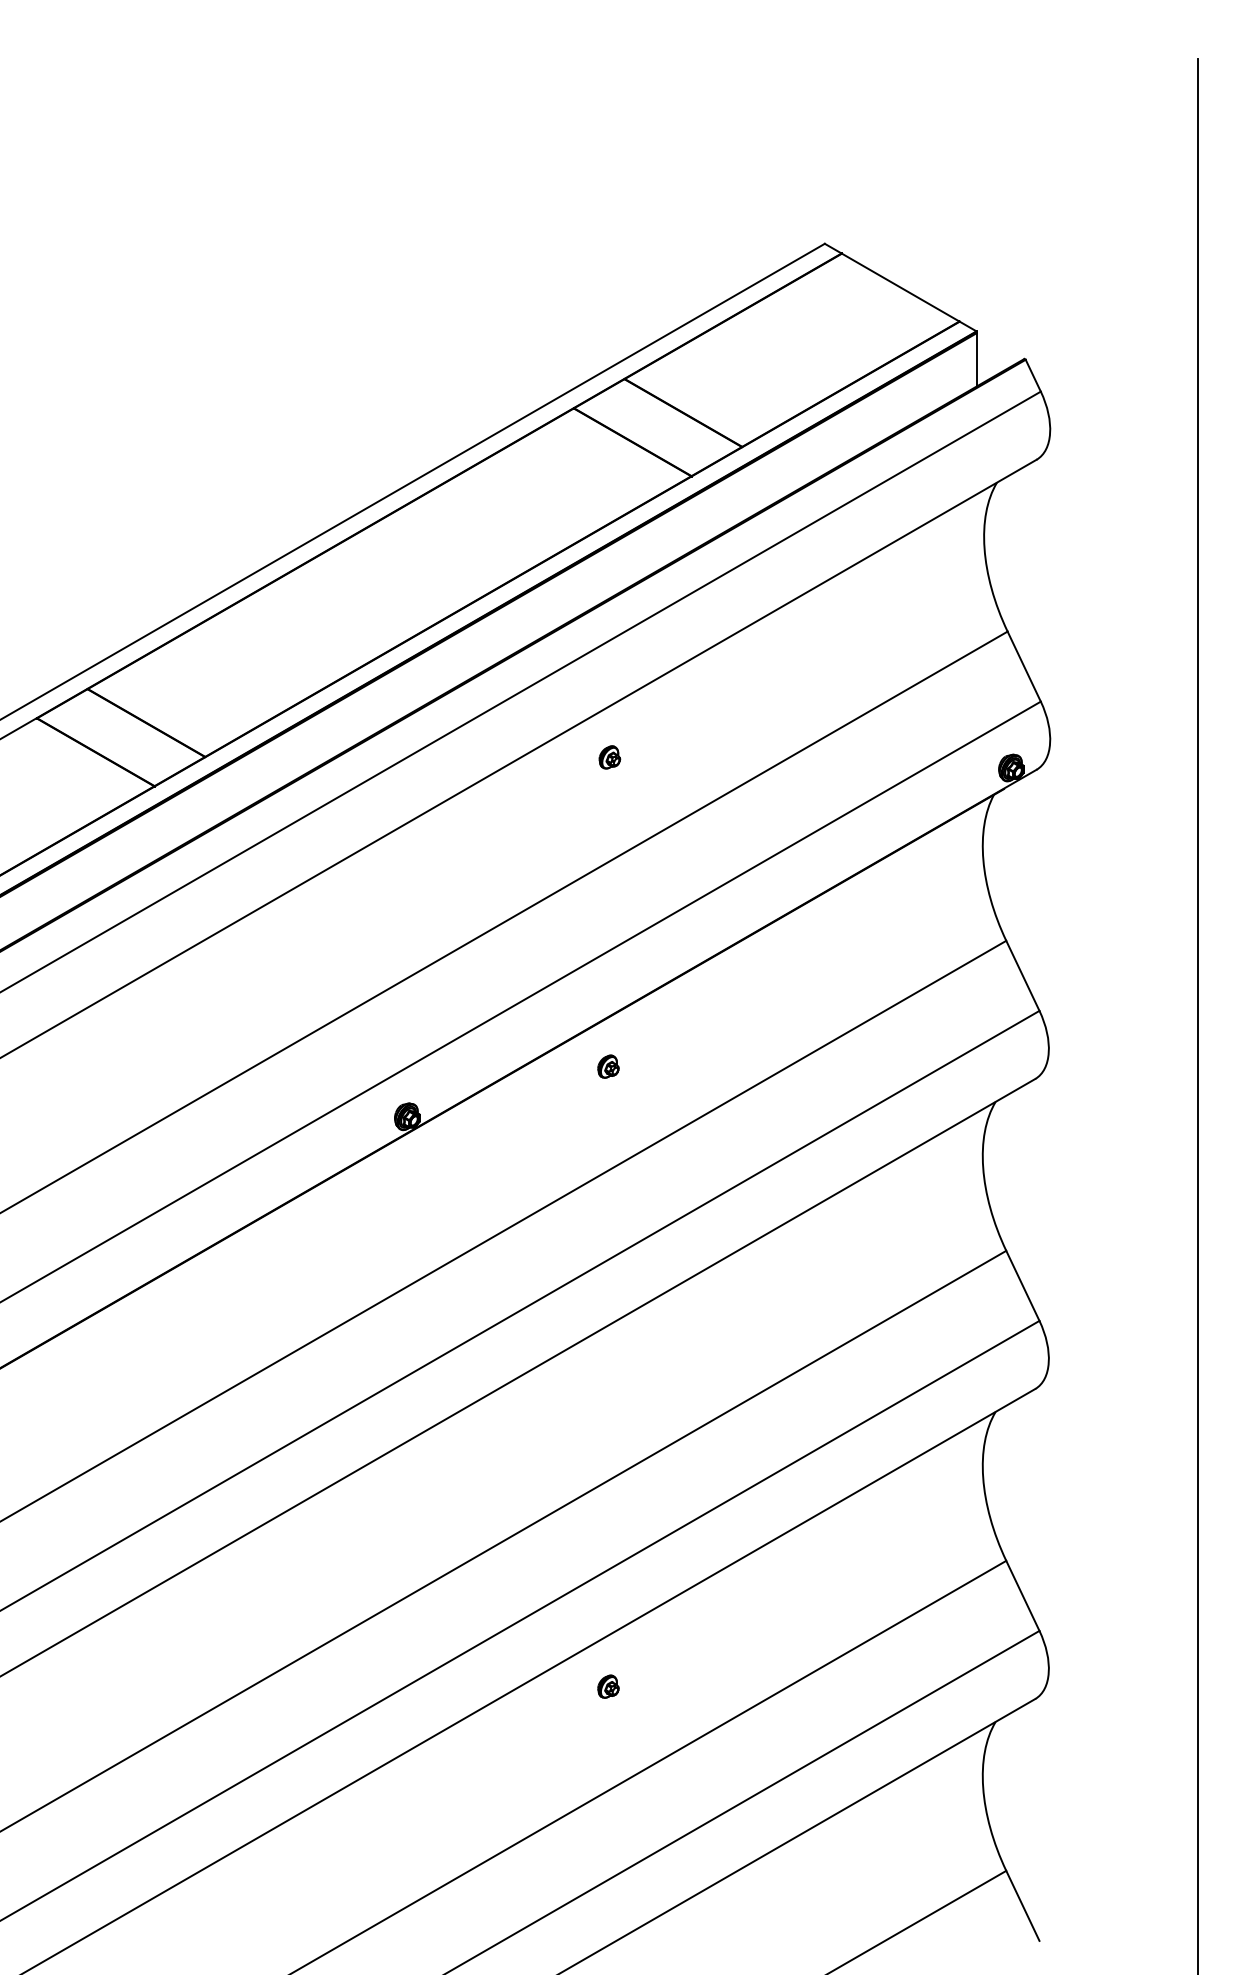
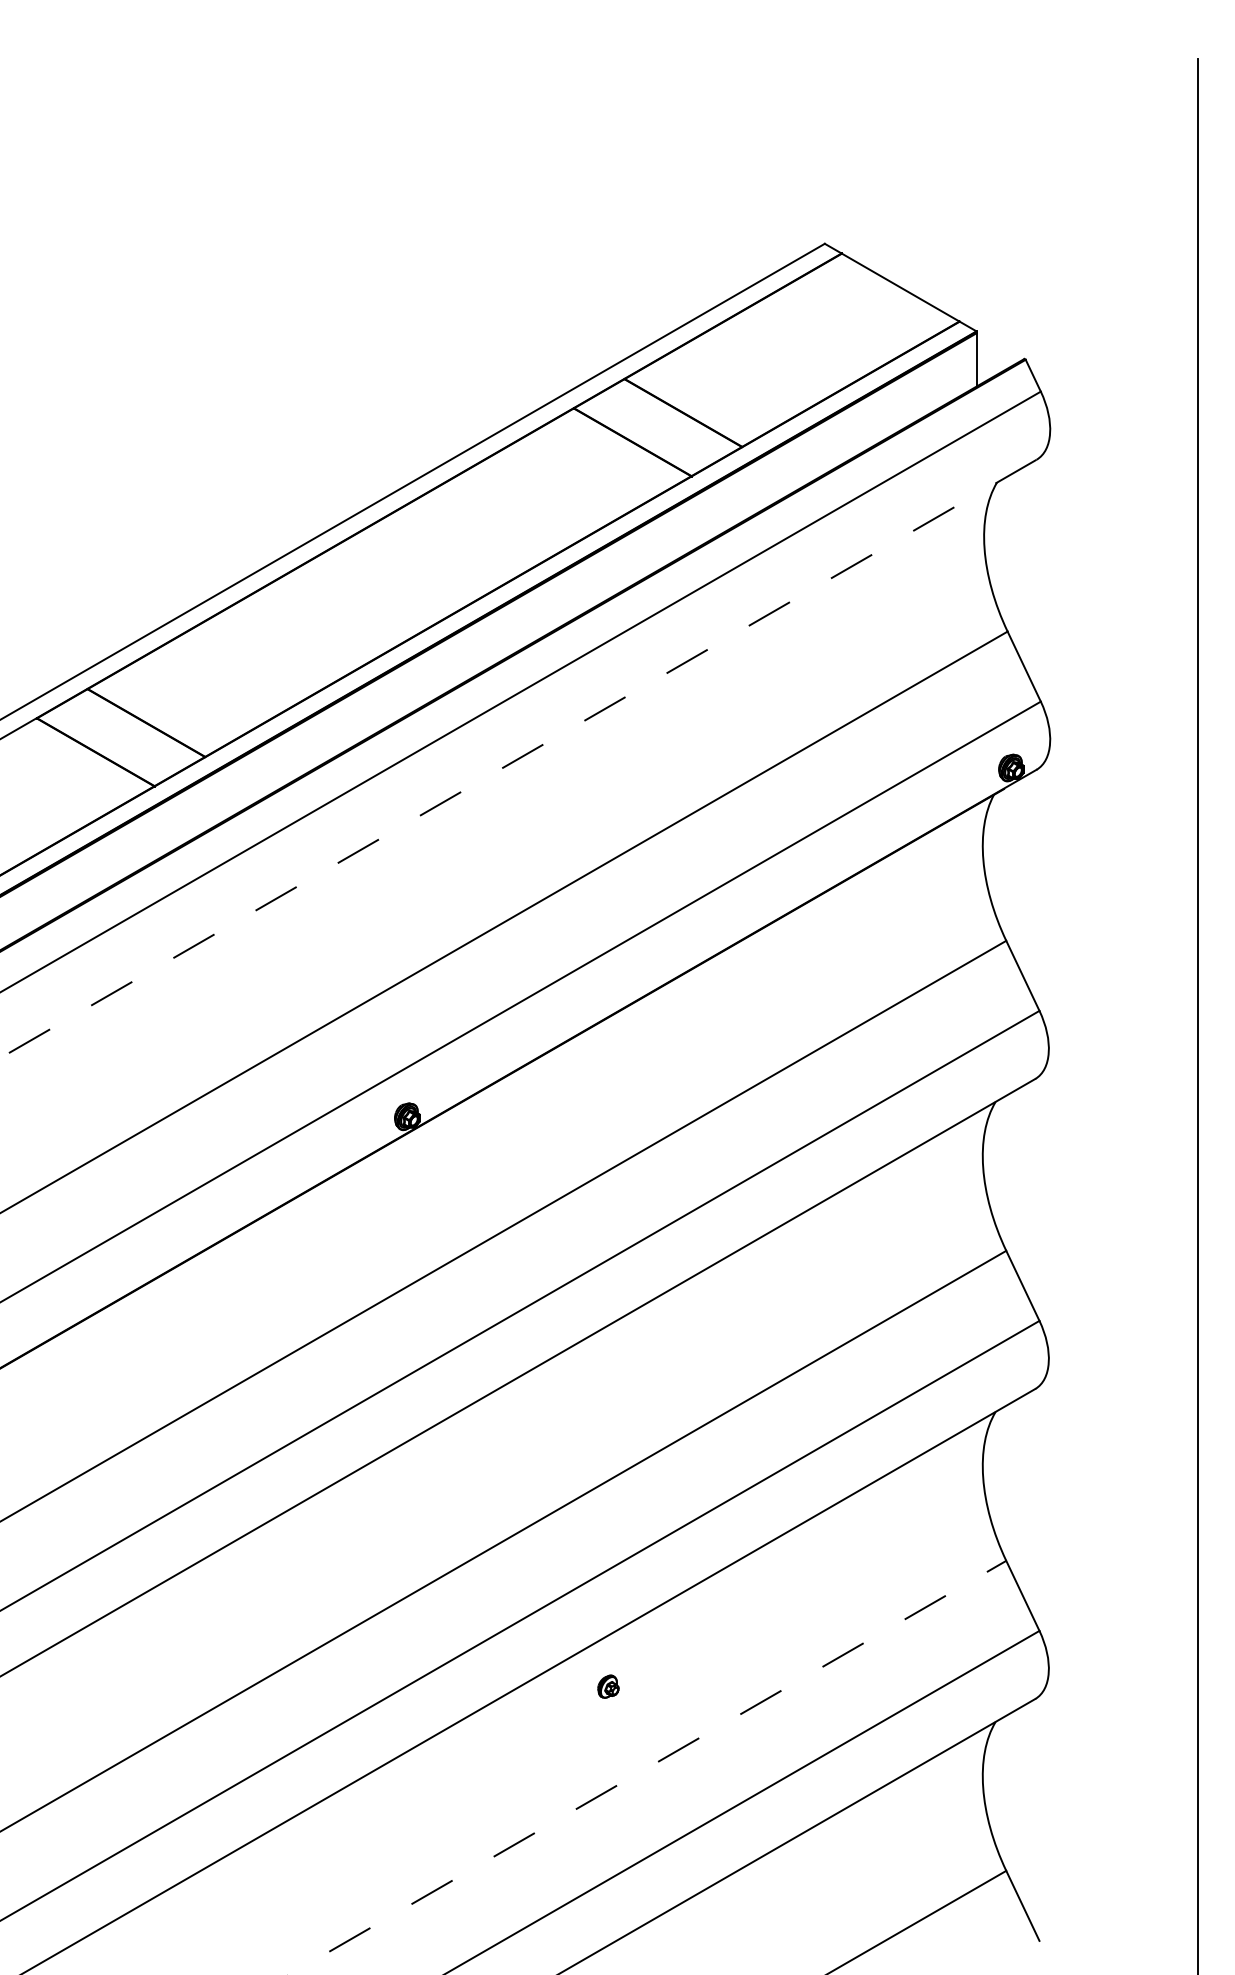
part at (609, 757): present -> none
line at (517, 759): solid -> dashed
part at (608, 1066): present -> none
line at (647, 1767): solid -> dashed
